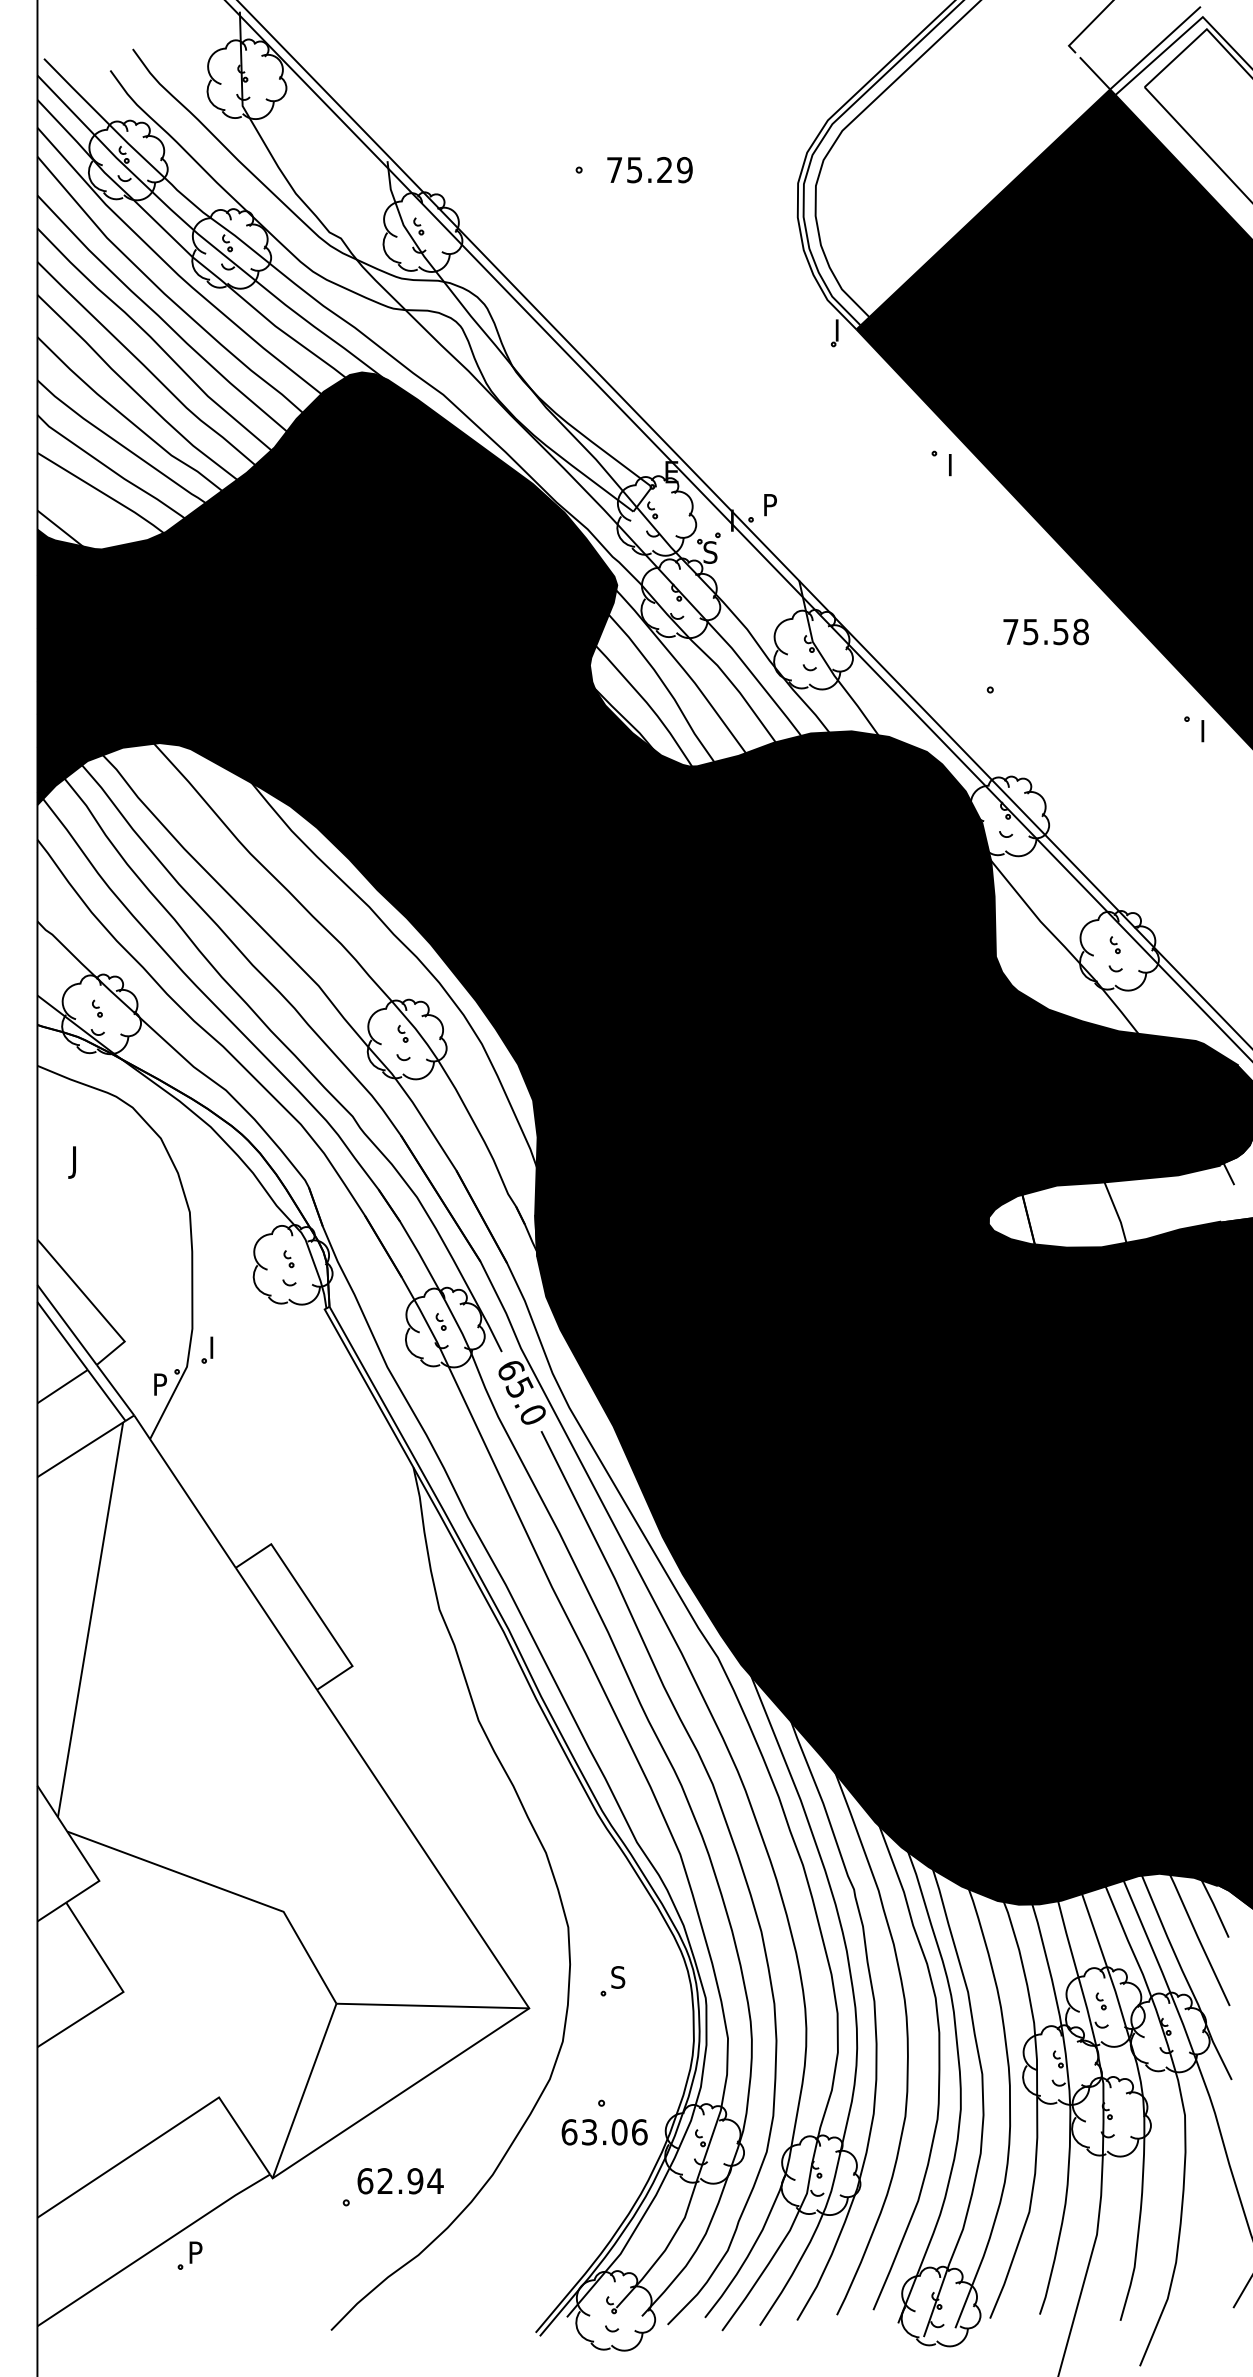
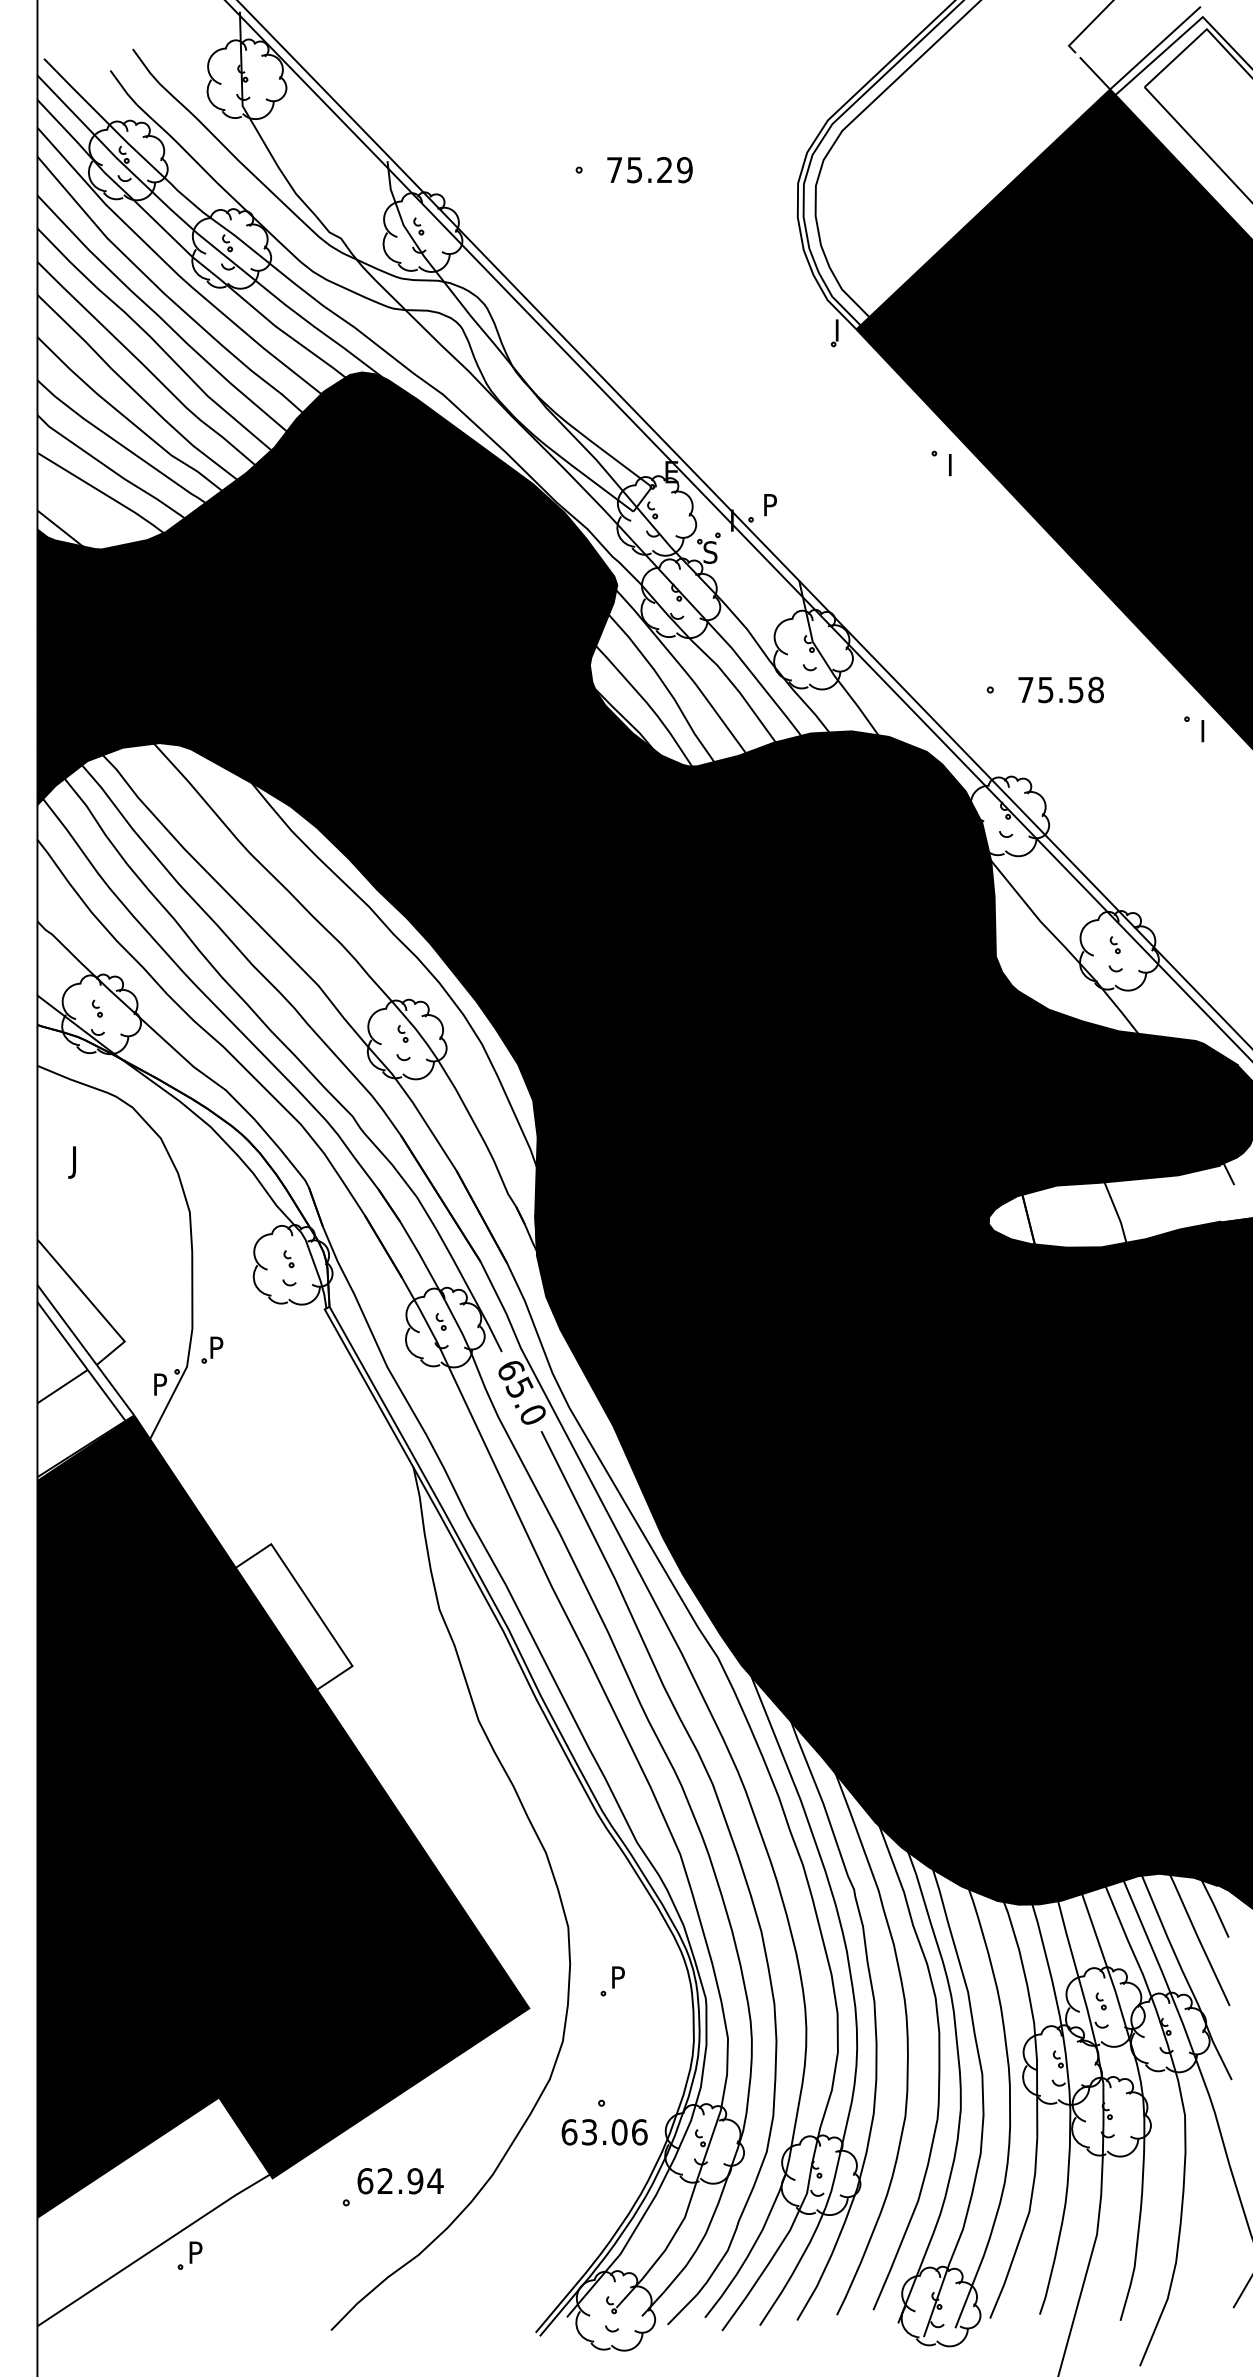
text at (1045, 631) position: (1045, 631) -> (1060, 689)
text at (218, 1342): I -> P
fill at (283, 1816): none -> present
text at (618, 1977): S -> P
